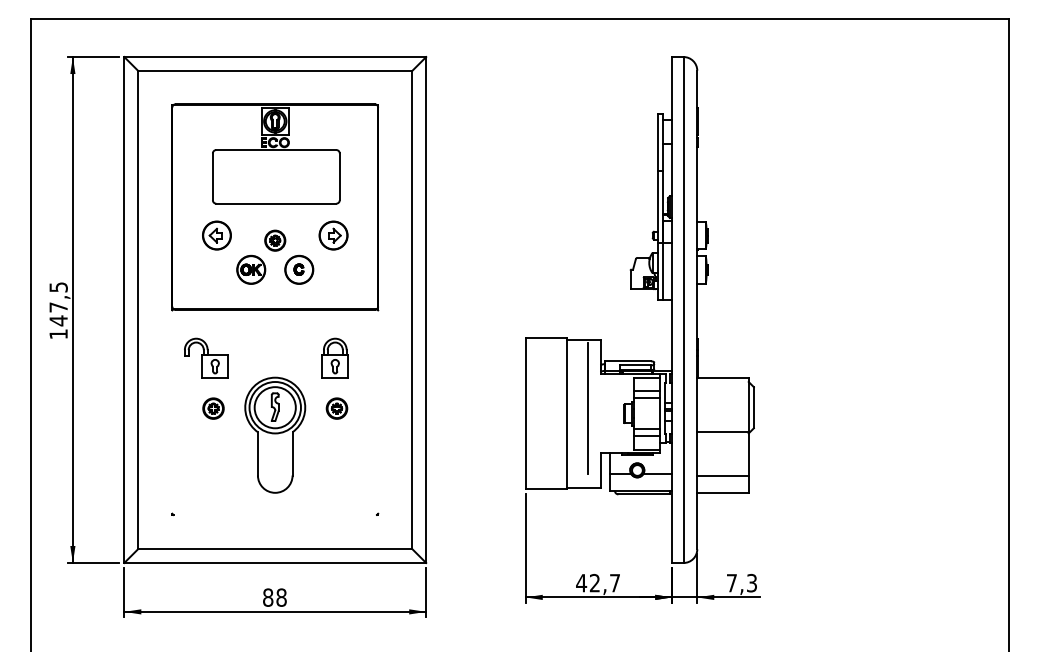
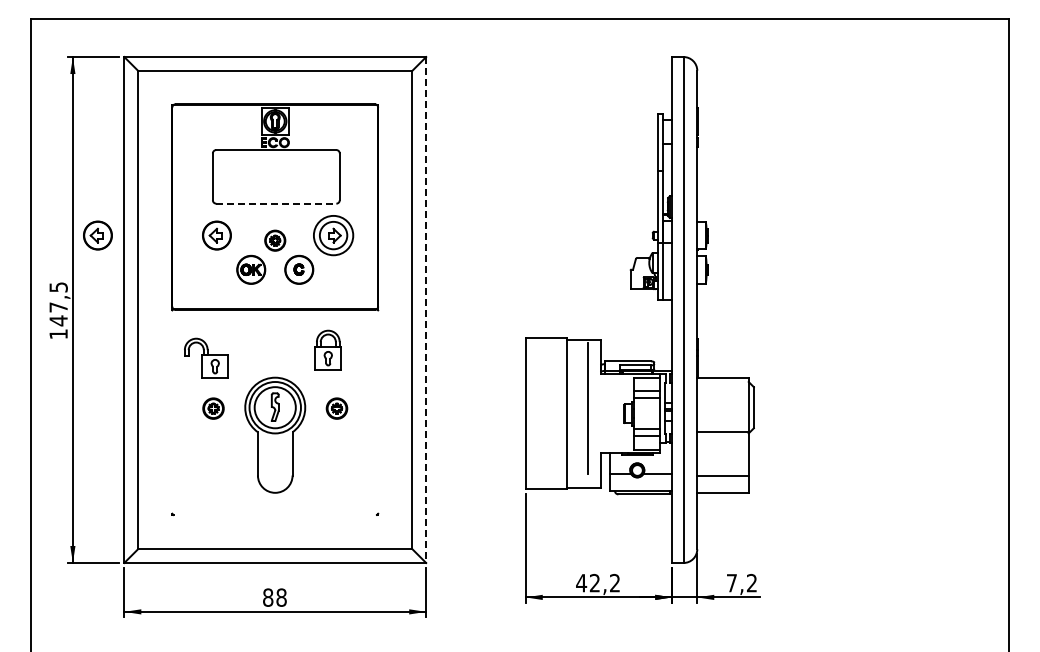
line at (276, 203): solid -> dashed
part at (97, 235): none -> present
circle at (333, 235) diameter: 28 px -> 39 px
line at (426, 310): solid -> dashed
part at (334, 357) position: (334, 357) -> (327, 349)
text at (614, 582): 42,7 -> 42,2
text at (751, 583): 7,3 -> 7,2
